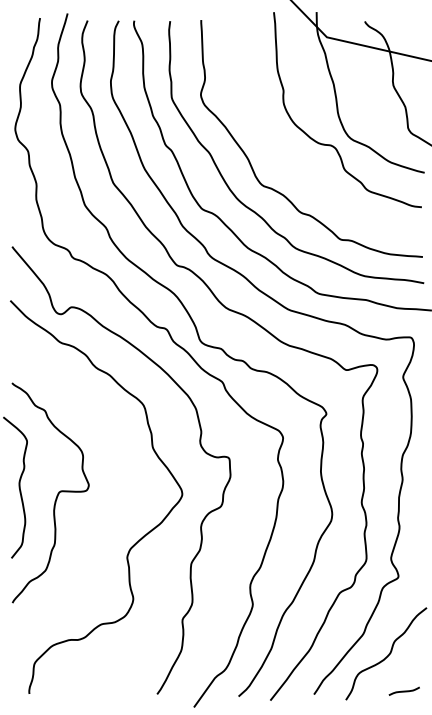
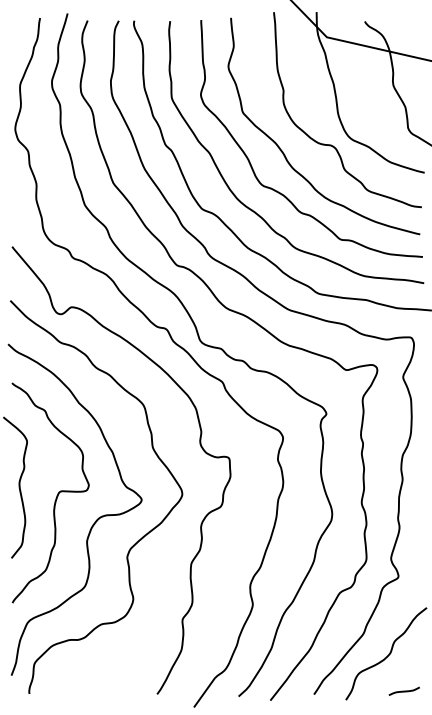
curve at (283, 151): none -> present
curve at (92, 524): none -> present
